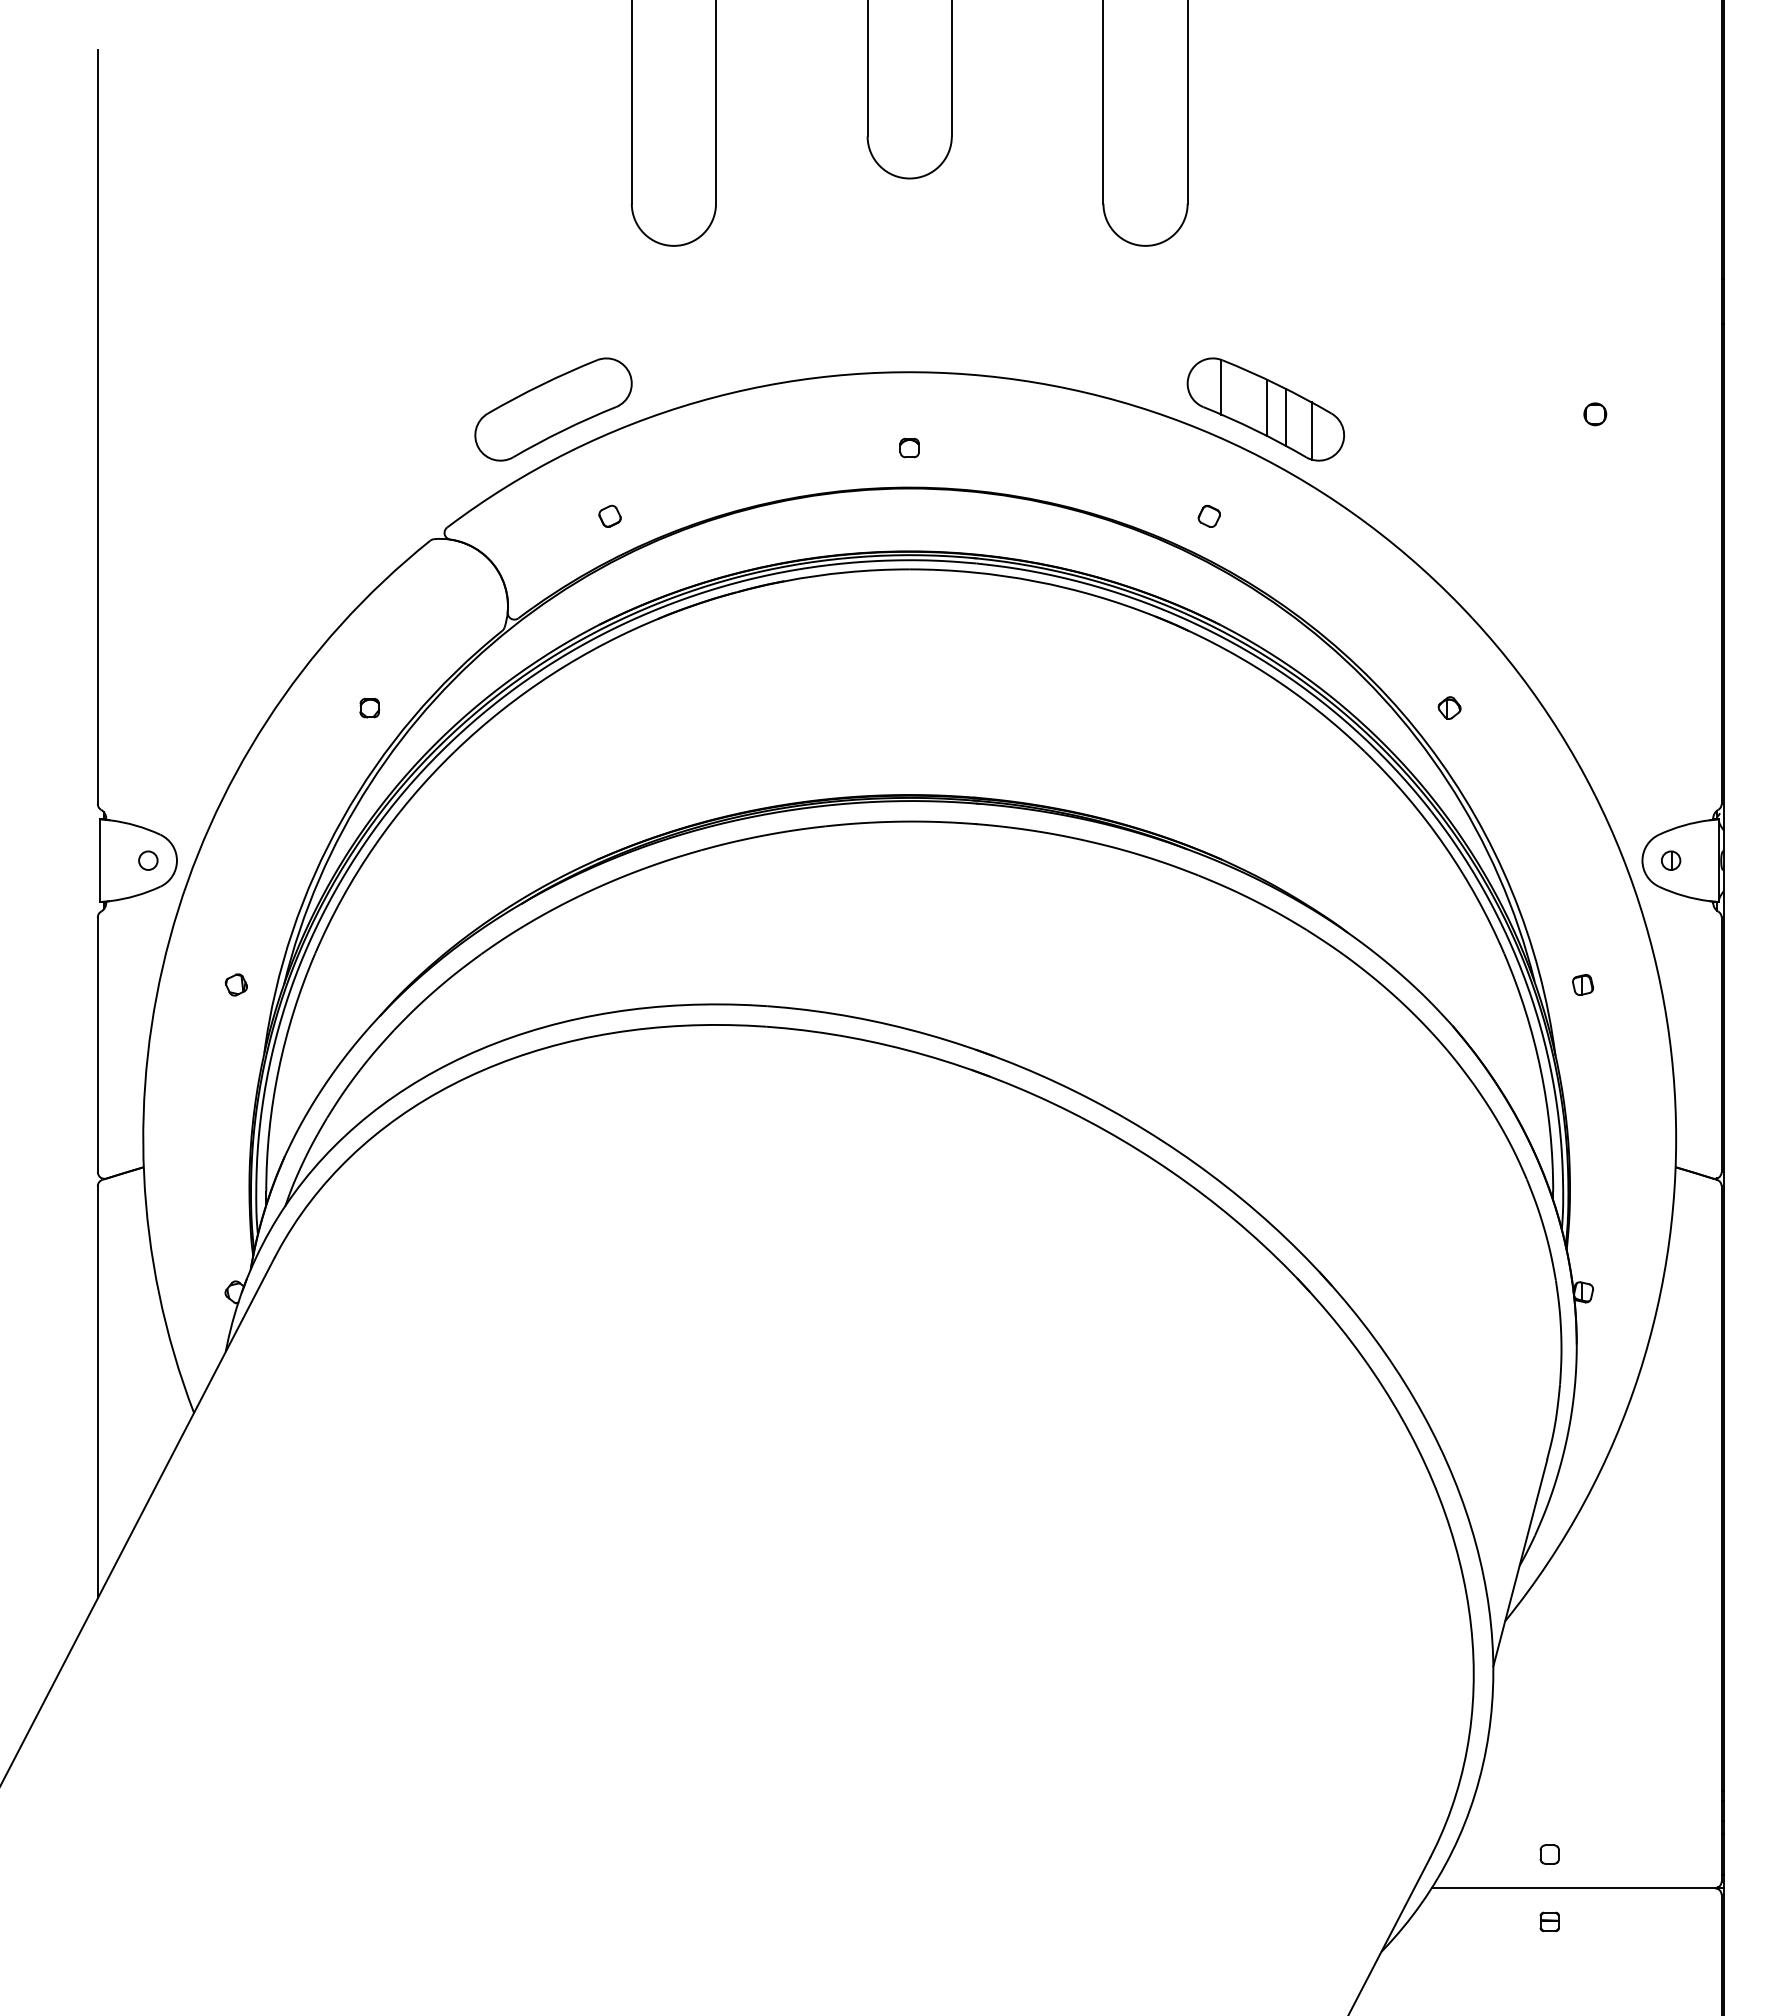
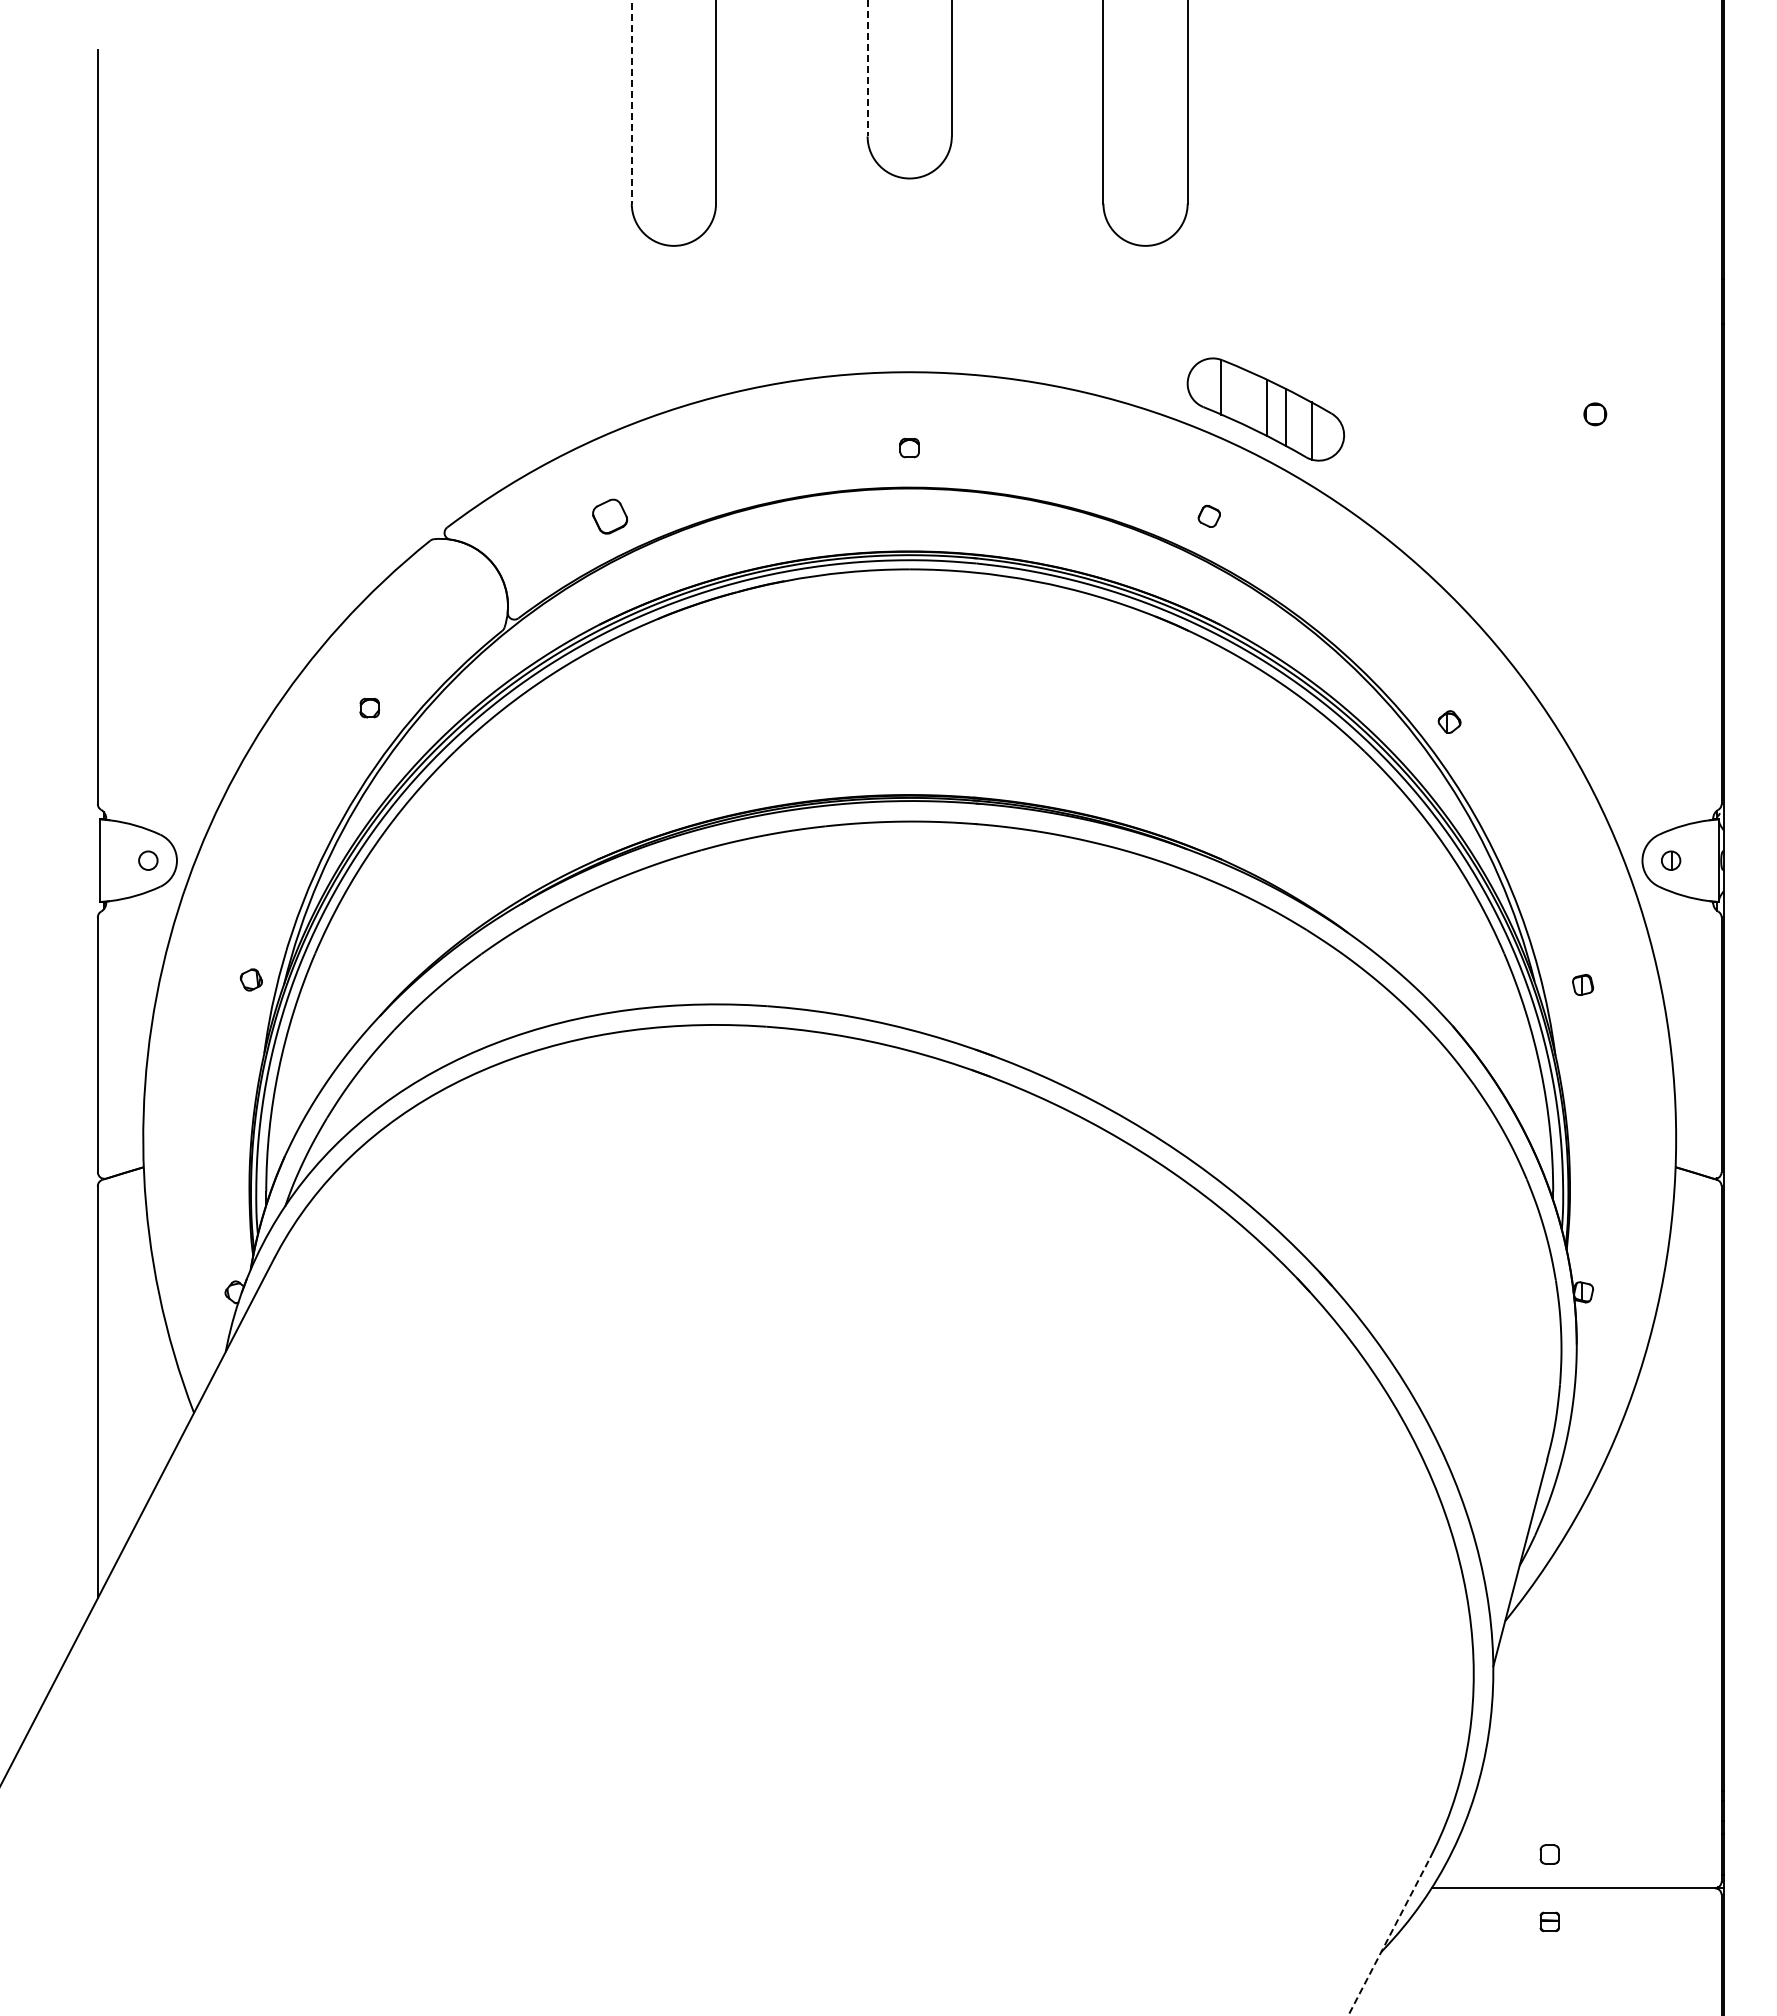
line at (867, 68): solid -> dashed
line at (631, 102): solid -> dashed
part at (553, 409): present -> none
part at (609, 515) size: 24x24 px -> 37x37 px
part at (1449, 707) position: (1449, 707) -> (1449, 721)
part at (235, 984) position: (235, 984) -> (250, 979)
line at (1389, 1936): solid -> dashed
